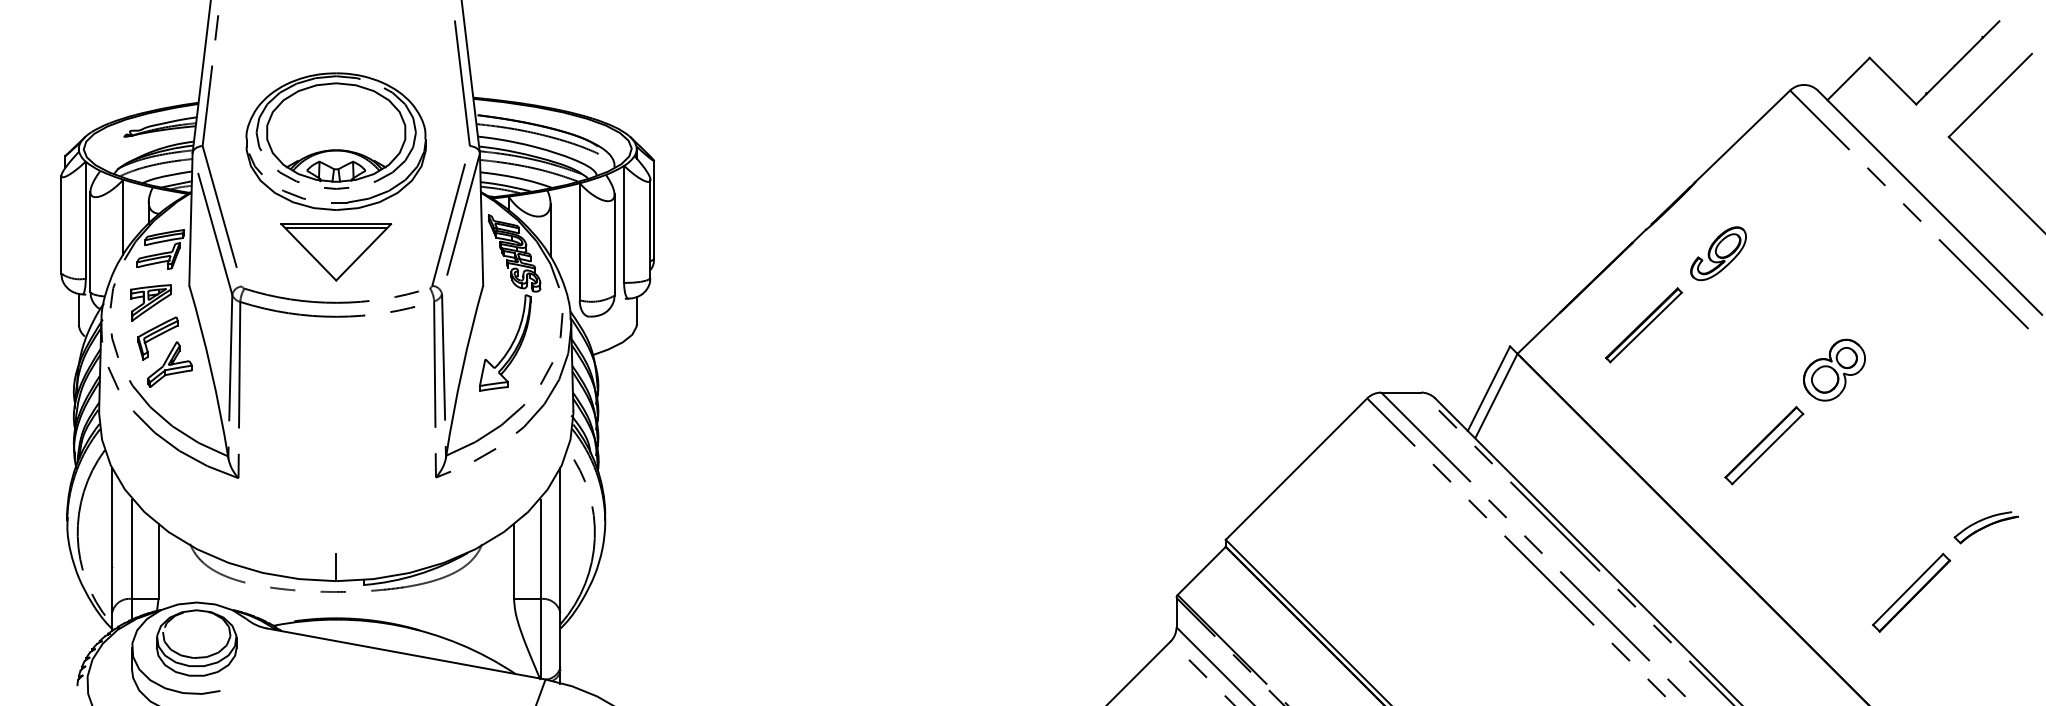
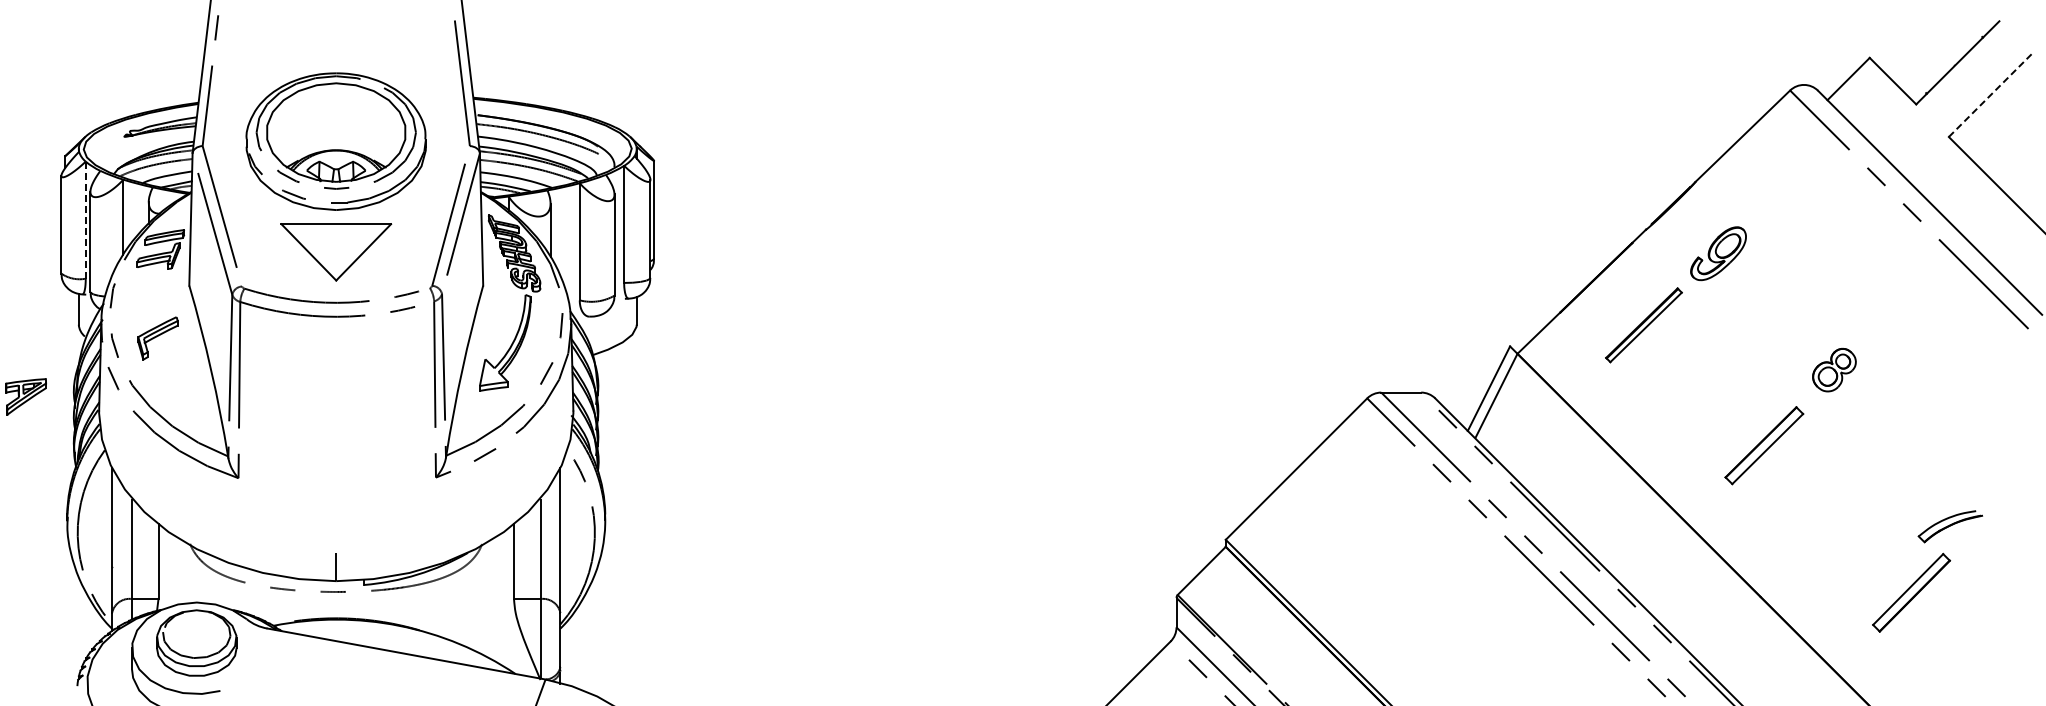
line at (1990, 95): solid -> dashed
line at (85, 220): solid -> dashed
line at (335, 228): present -> none
part at (150, 302) position: (150, 302) -> (25, 396)
part at (169, 364): present -> none
part at (1834, 369) size: 63x64 px -> 45x46 px
part at (1986, 527) position: (1986, 527) -> (1950, 526)
